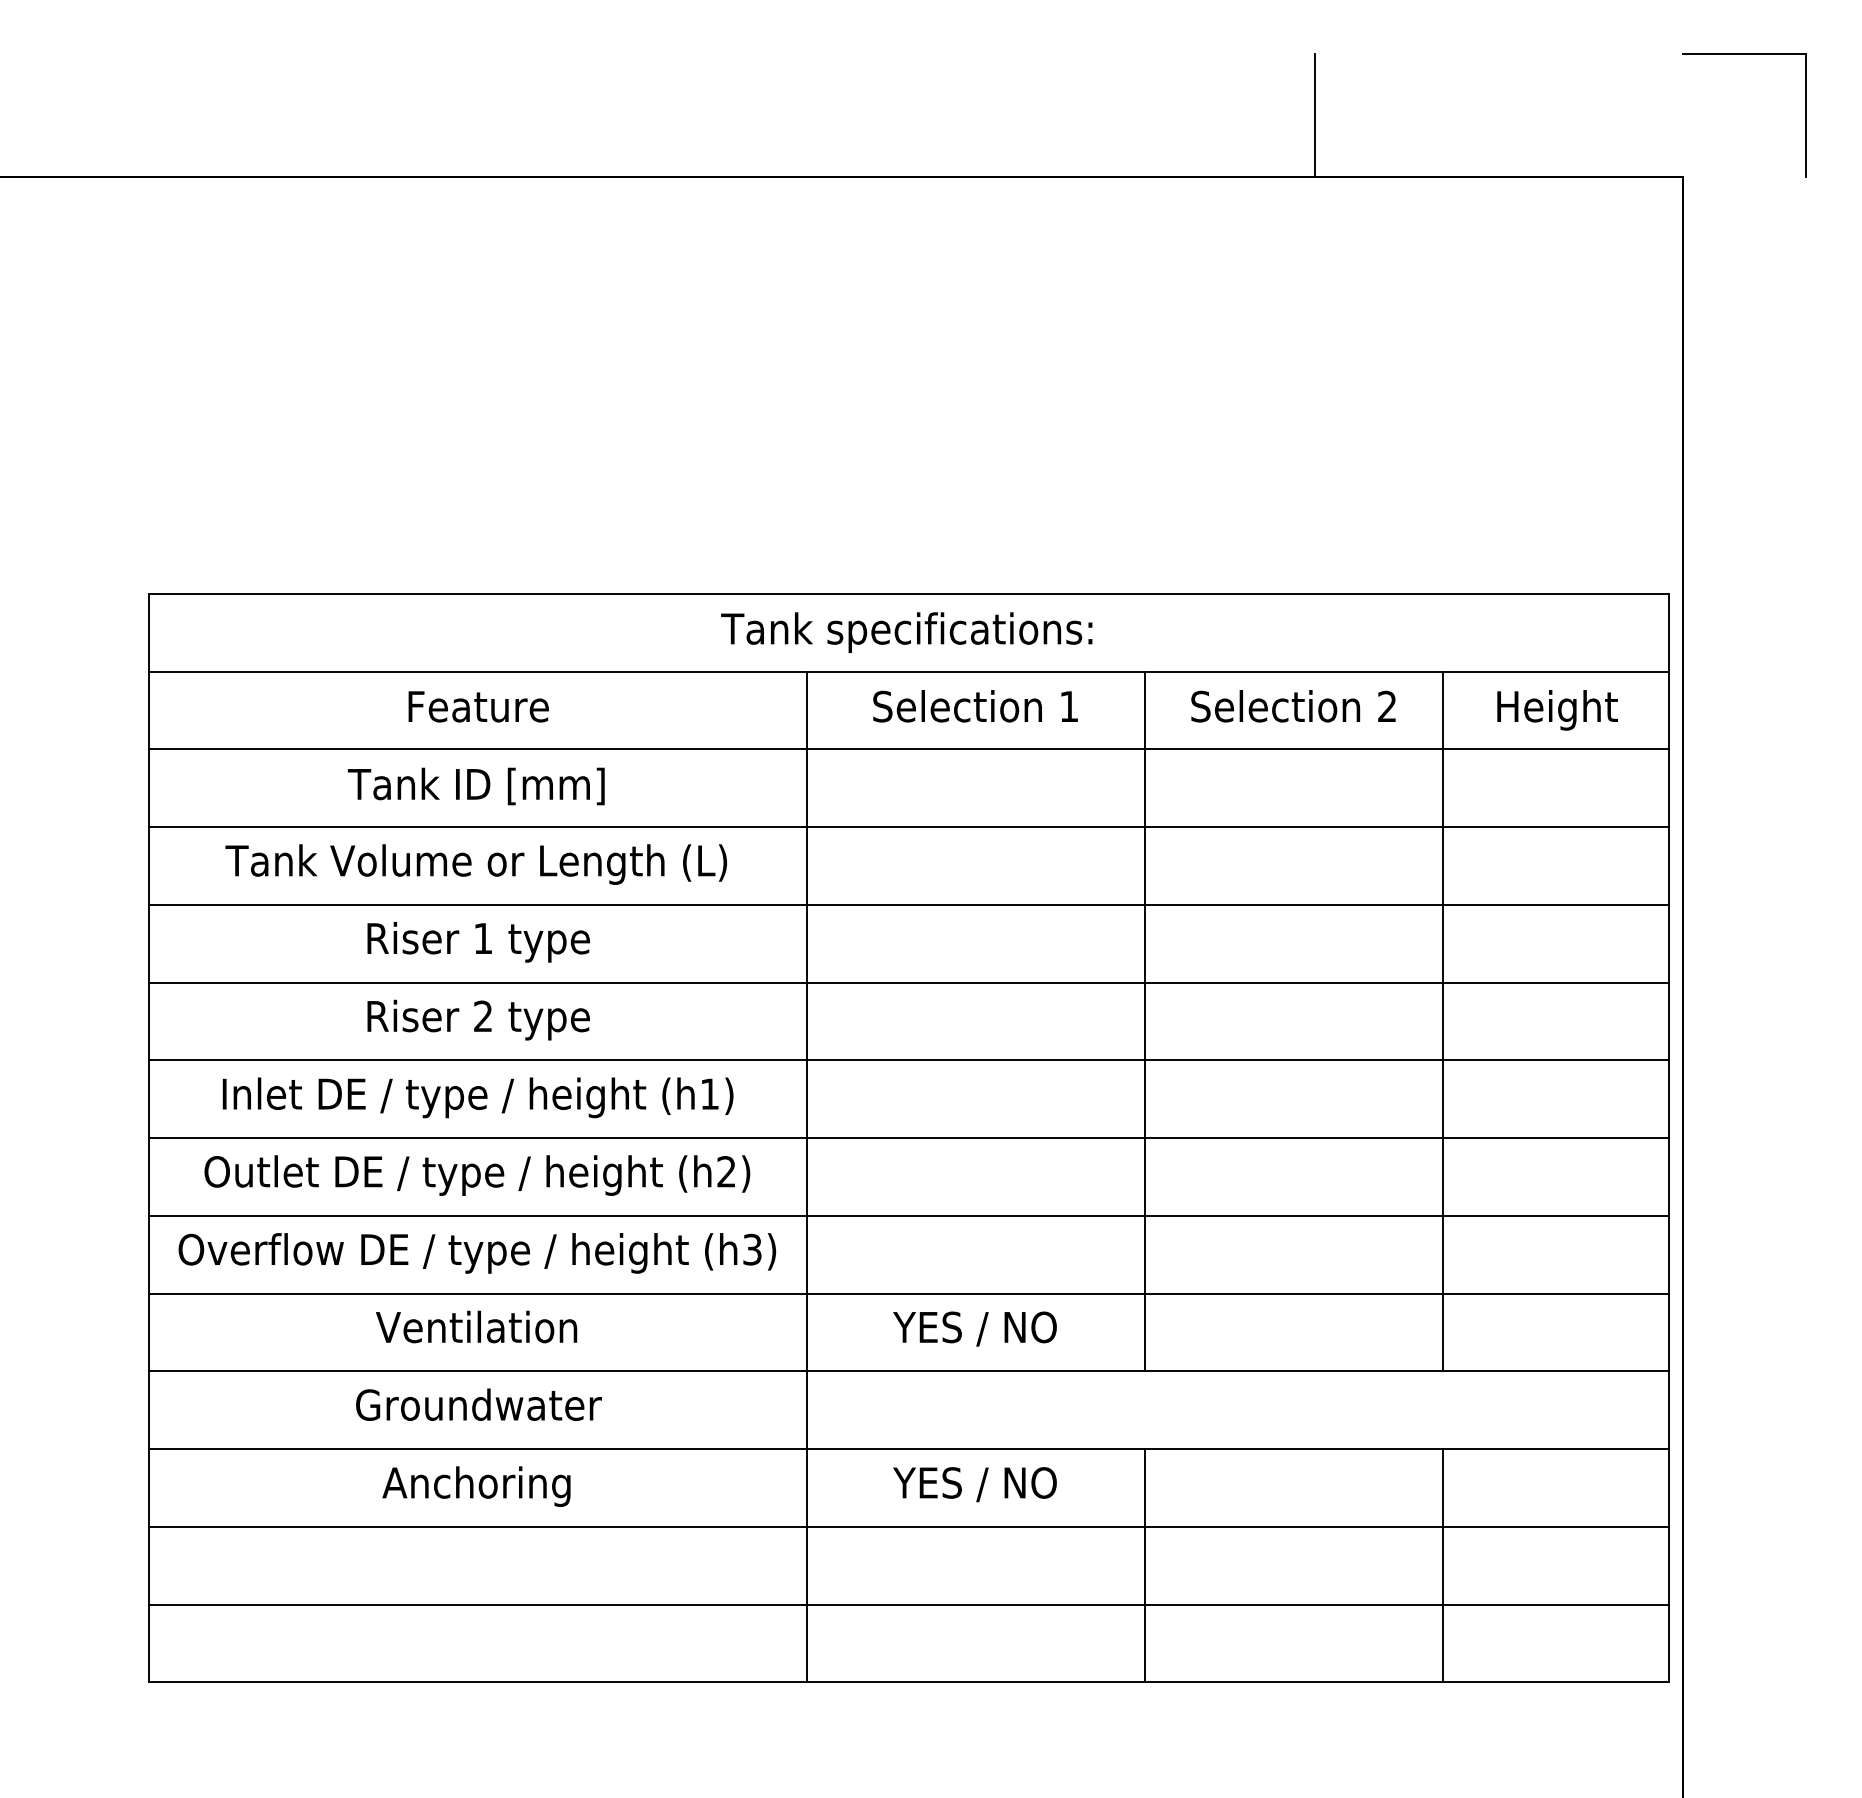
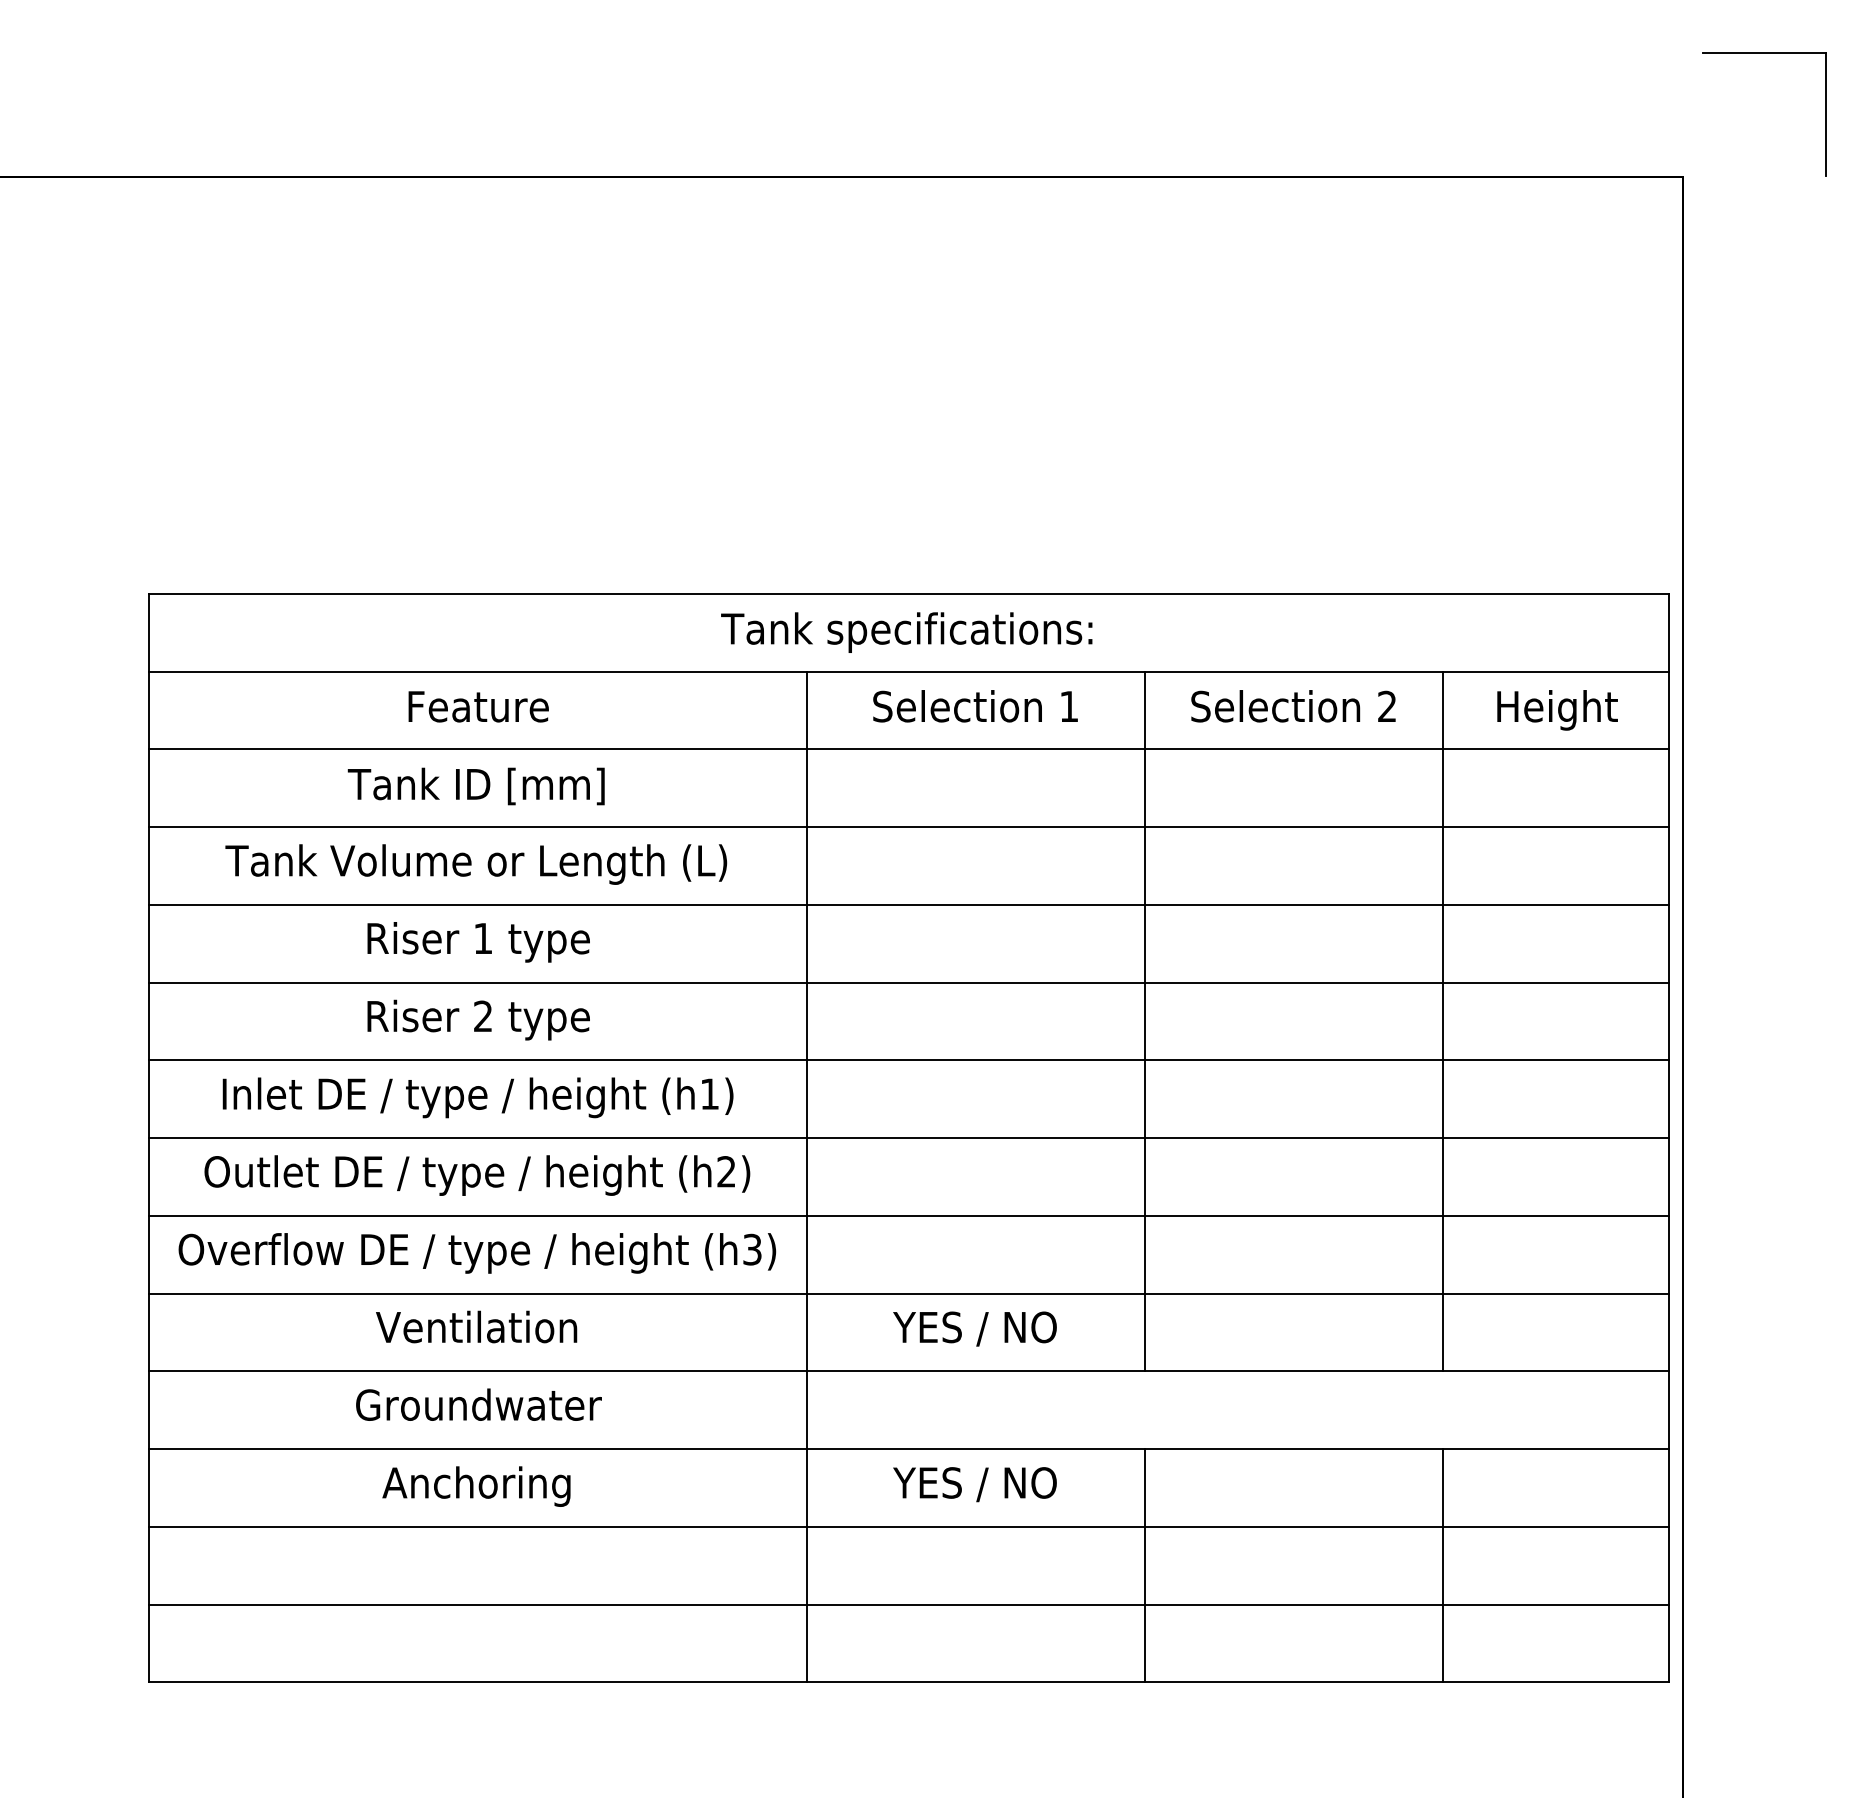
part at (1744, 54) position: (1744, 54) -> (1764, 53)
line at (1315, 114): present -> none
